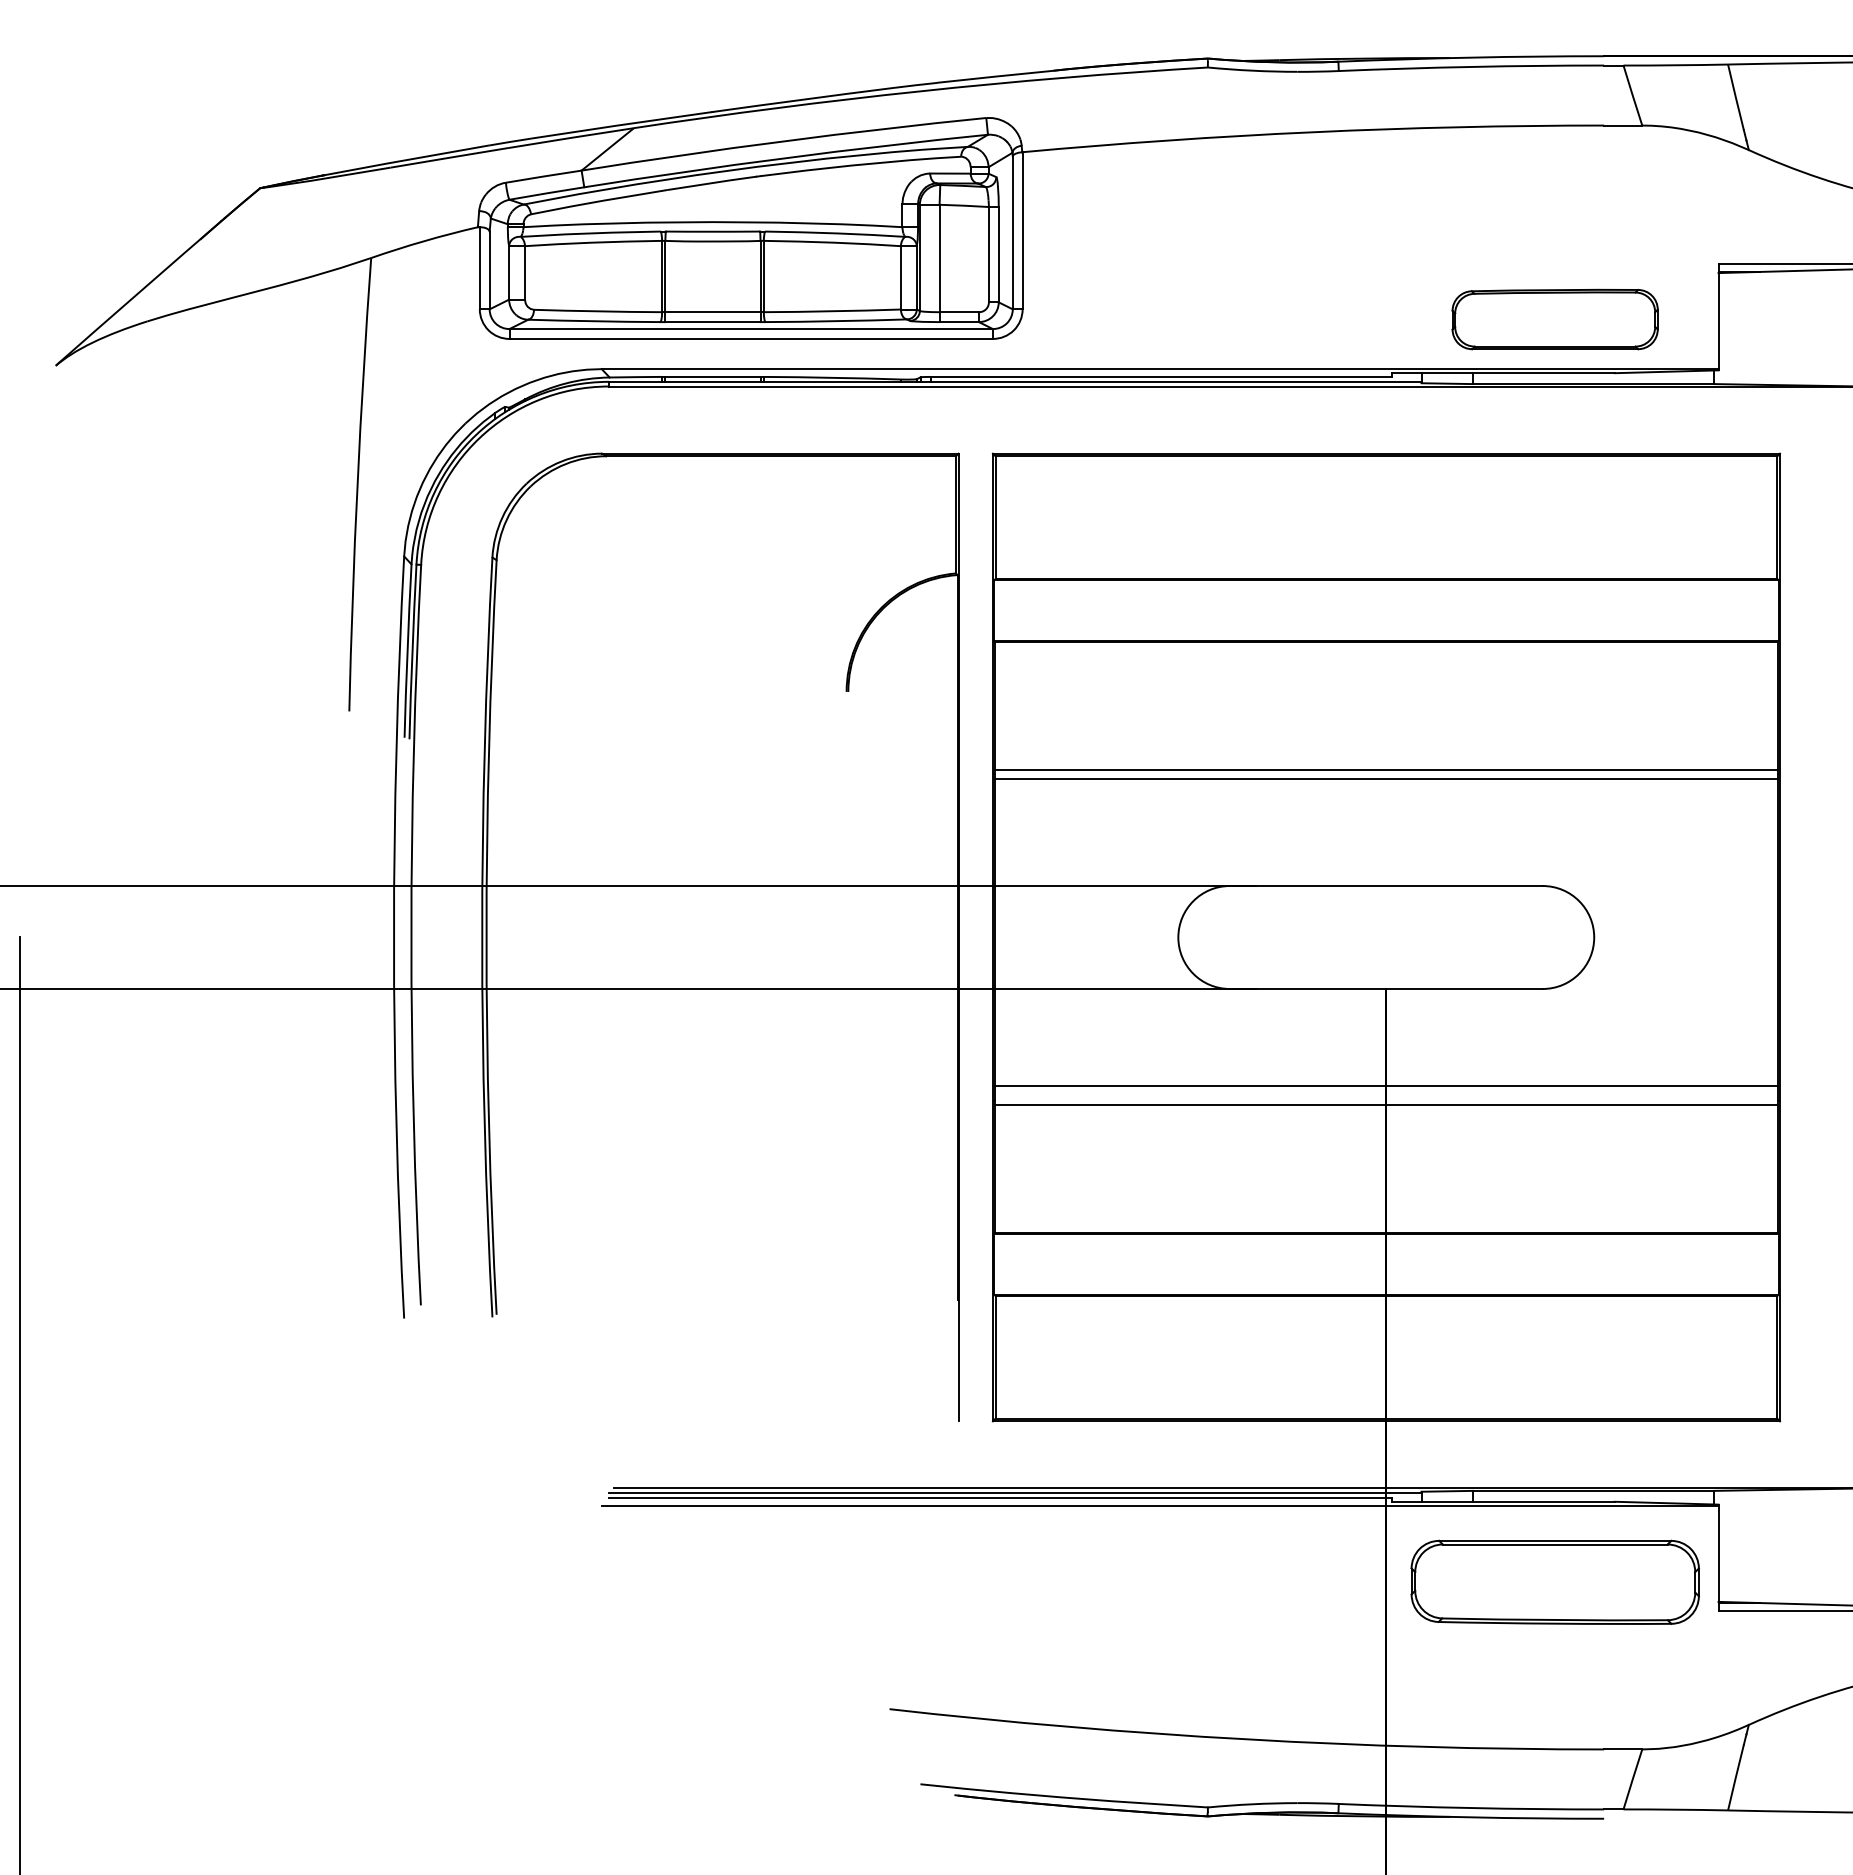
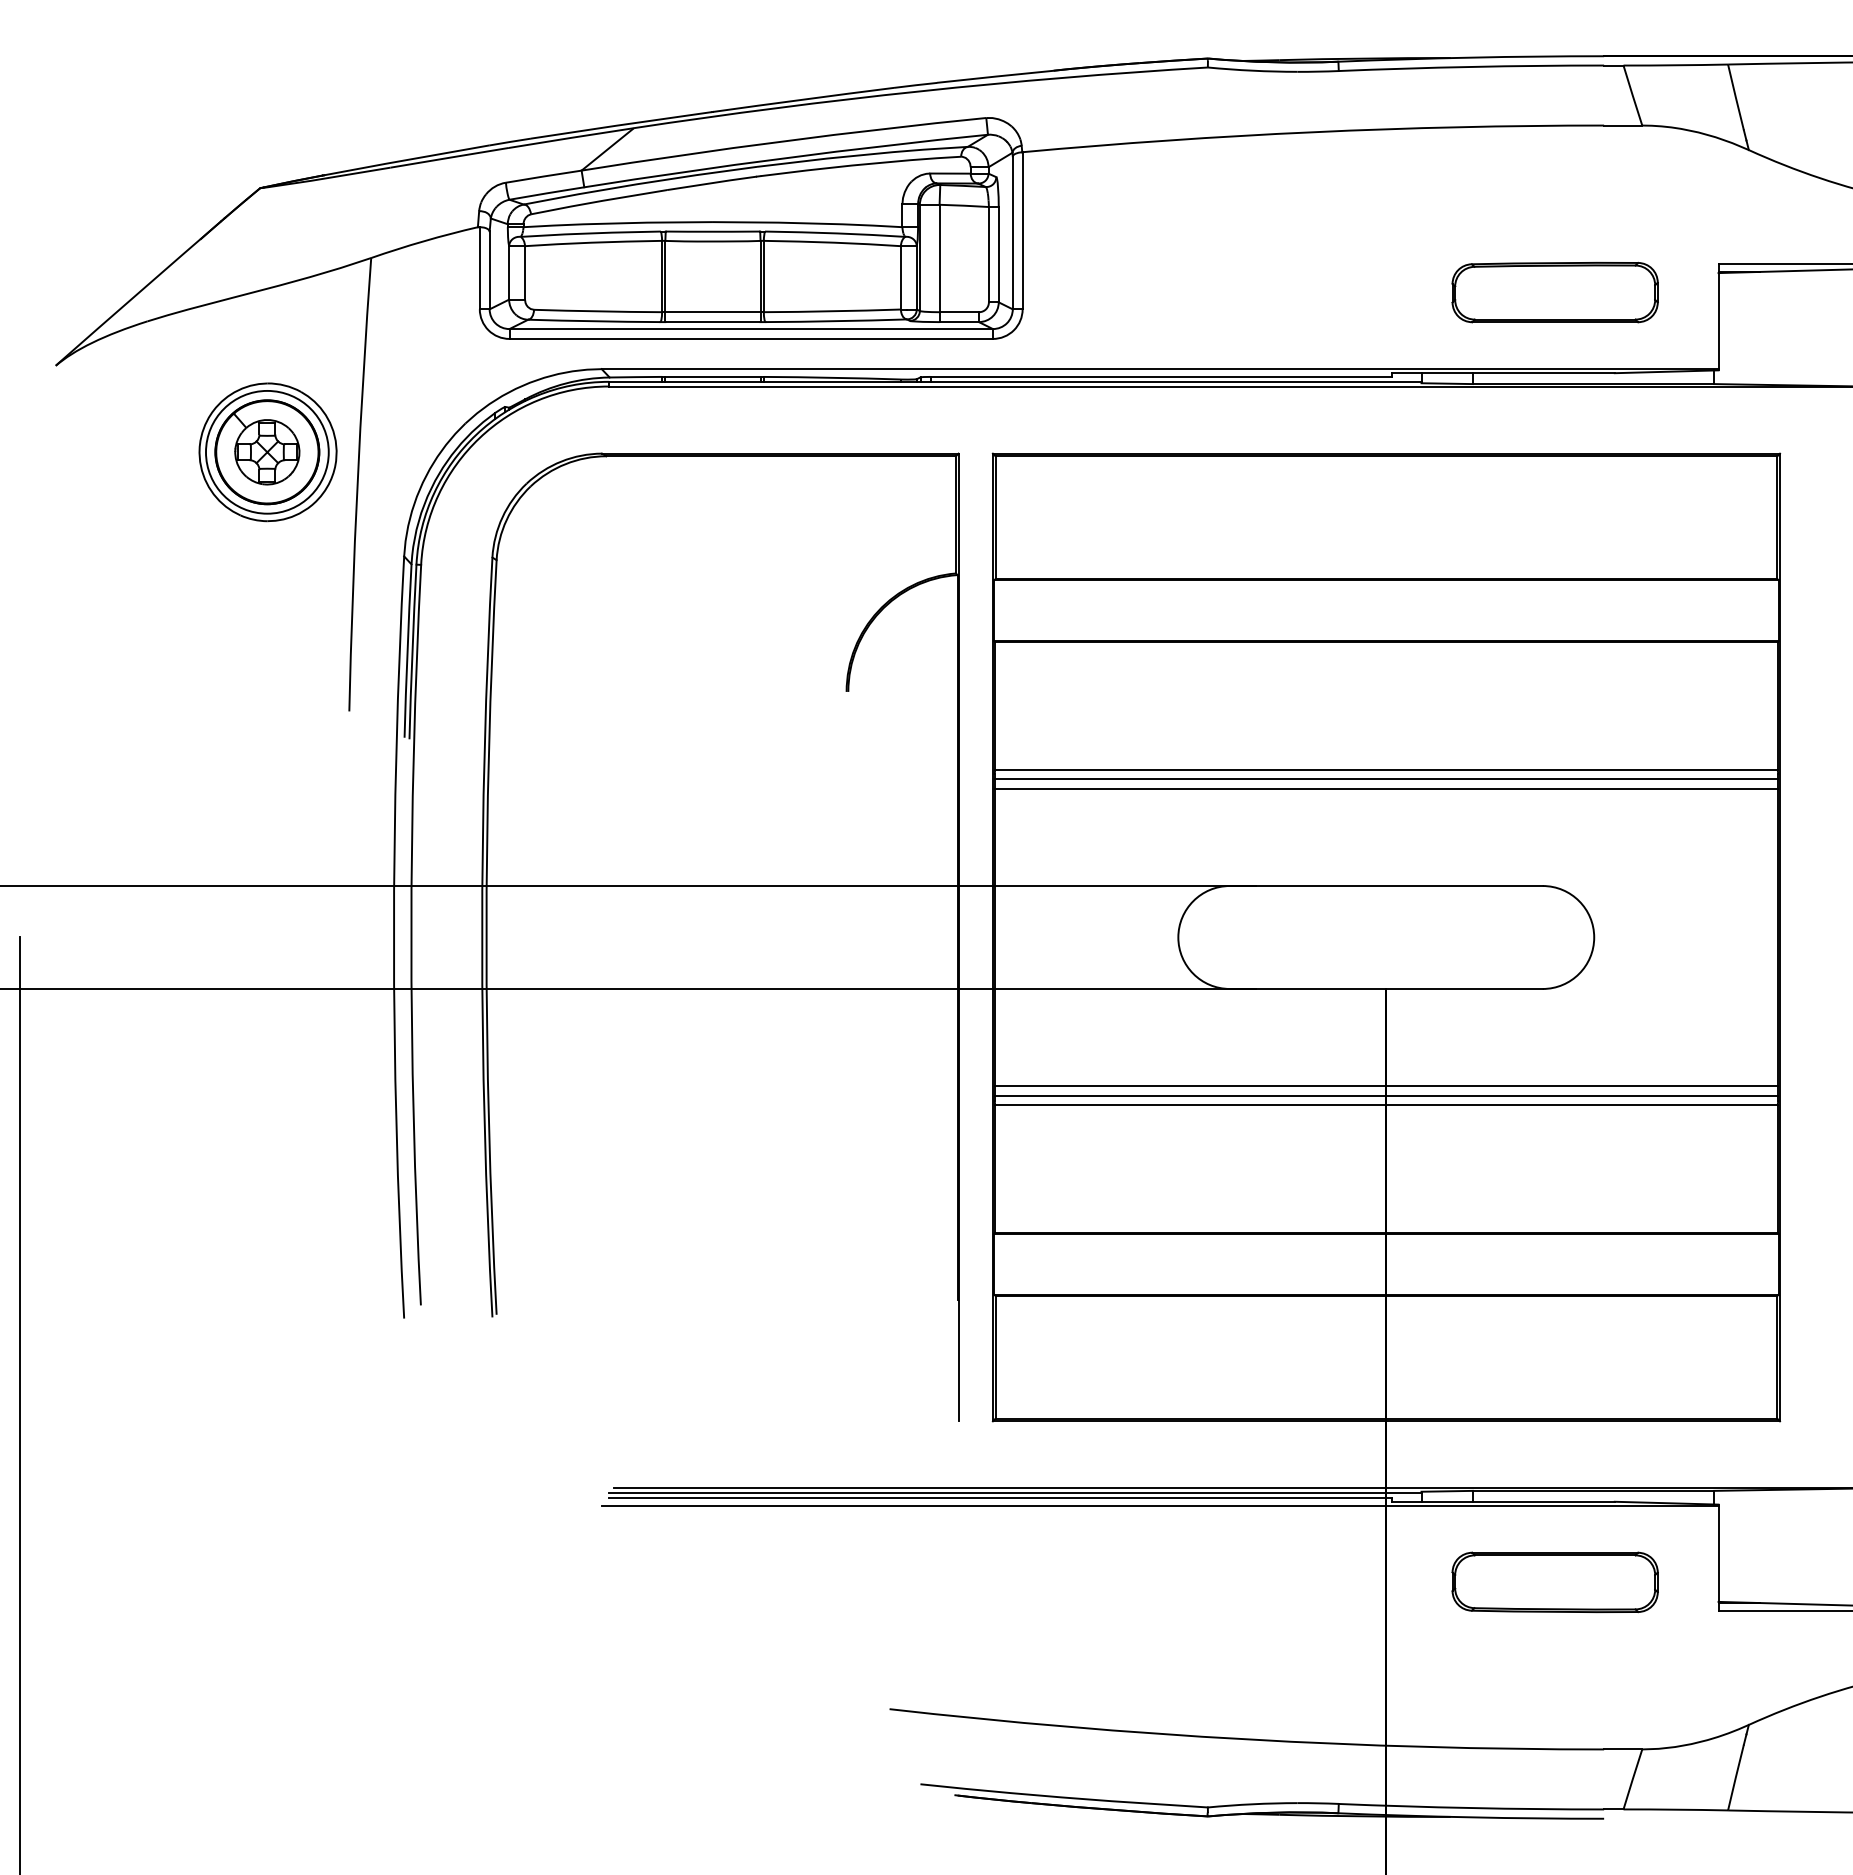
part at (1554, 319) position: (1554, 319) -> (1554, 292)
part at (267, 452): none -> present
line at (1386, 788): none -> present
line at (1386, 1095): none -> present
part at (1554, 1581) size: 290x86 px -> 208x63 px
